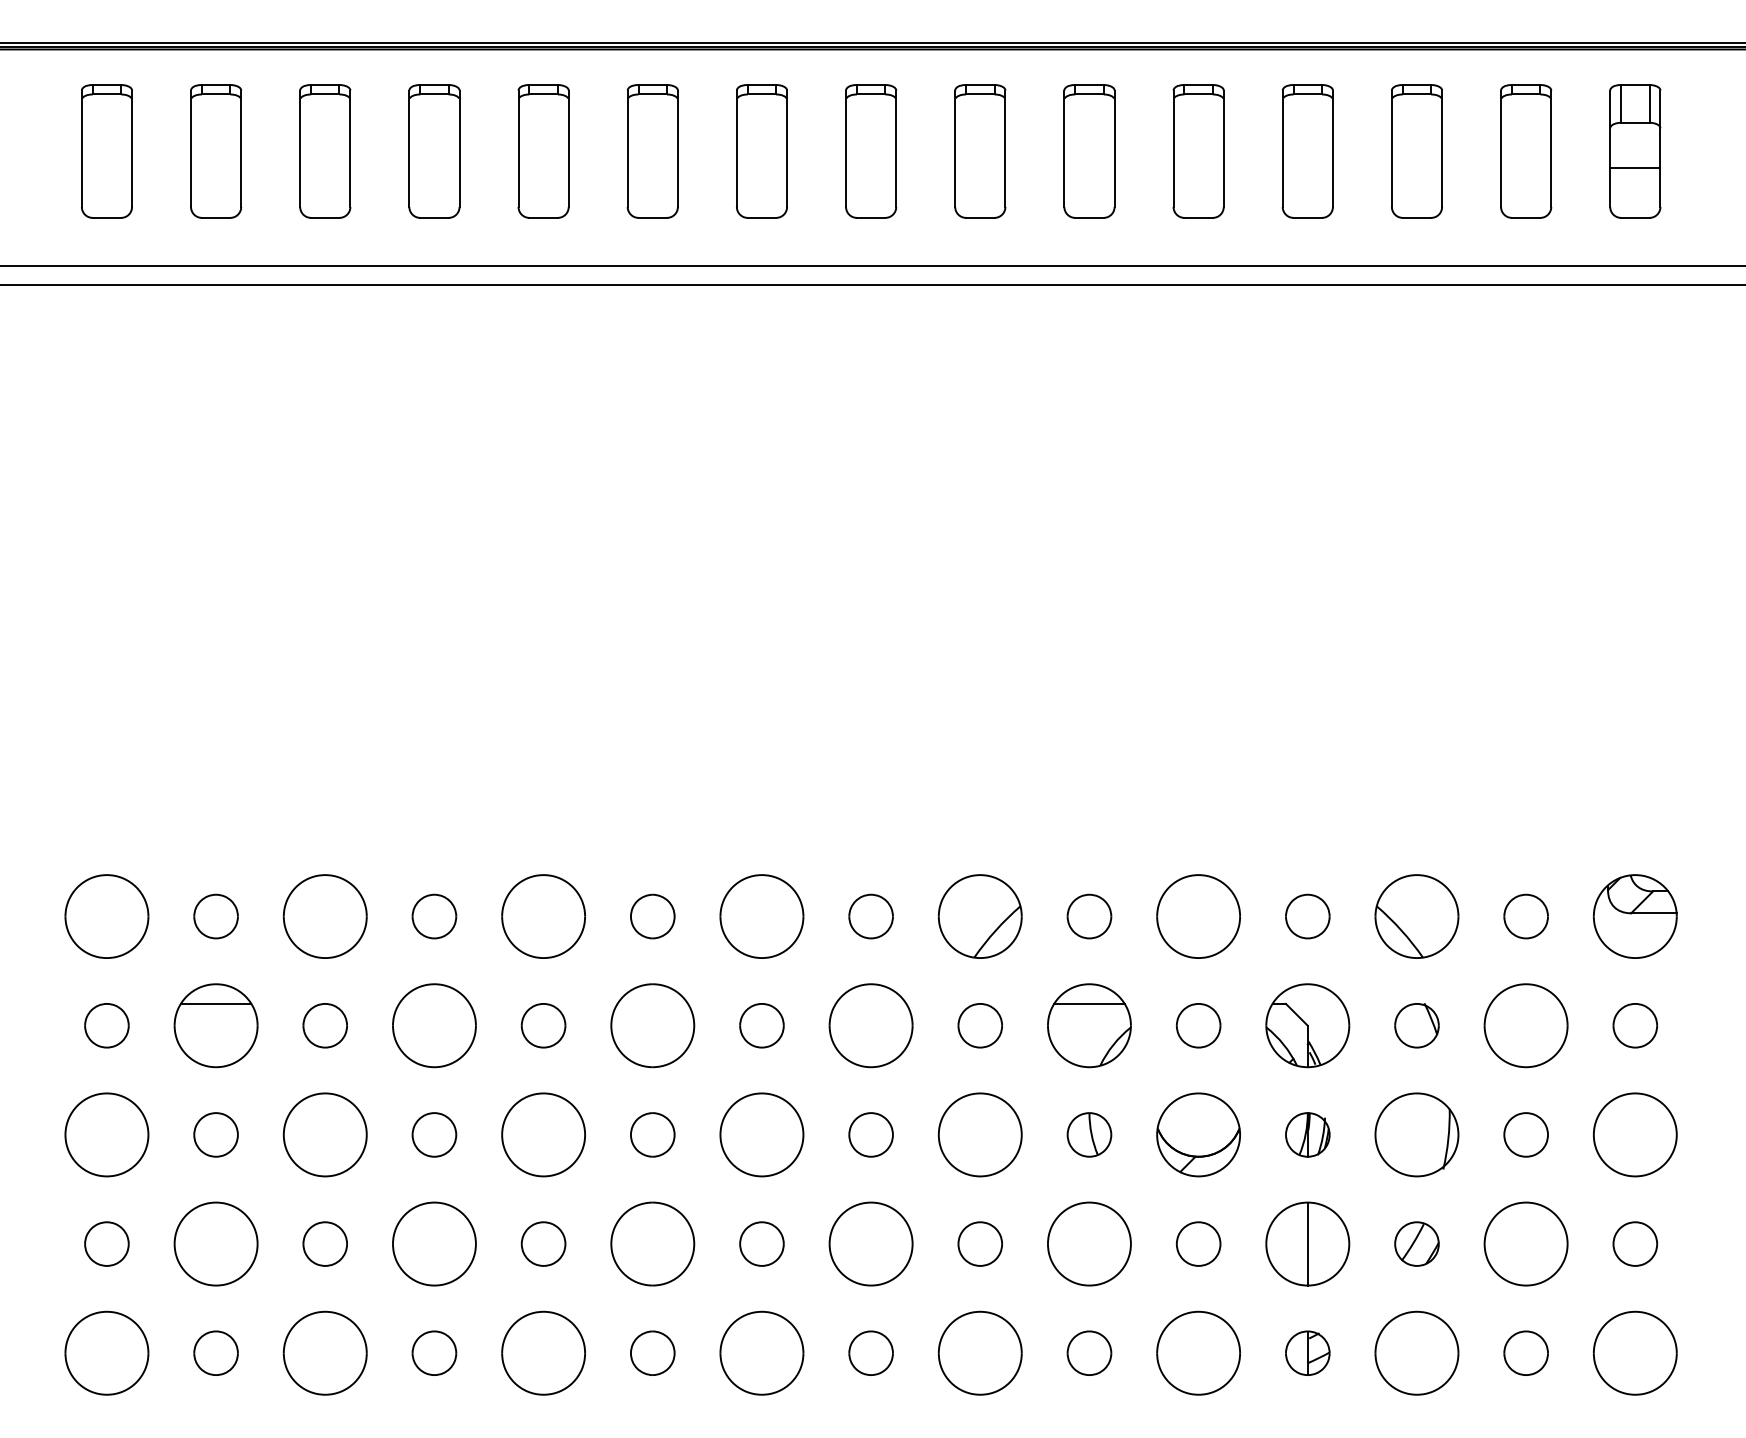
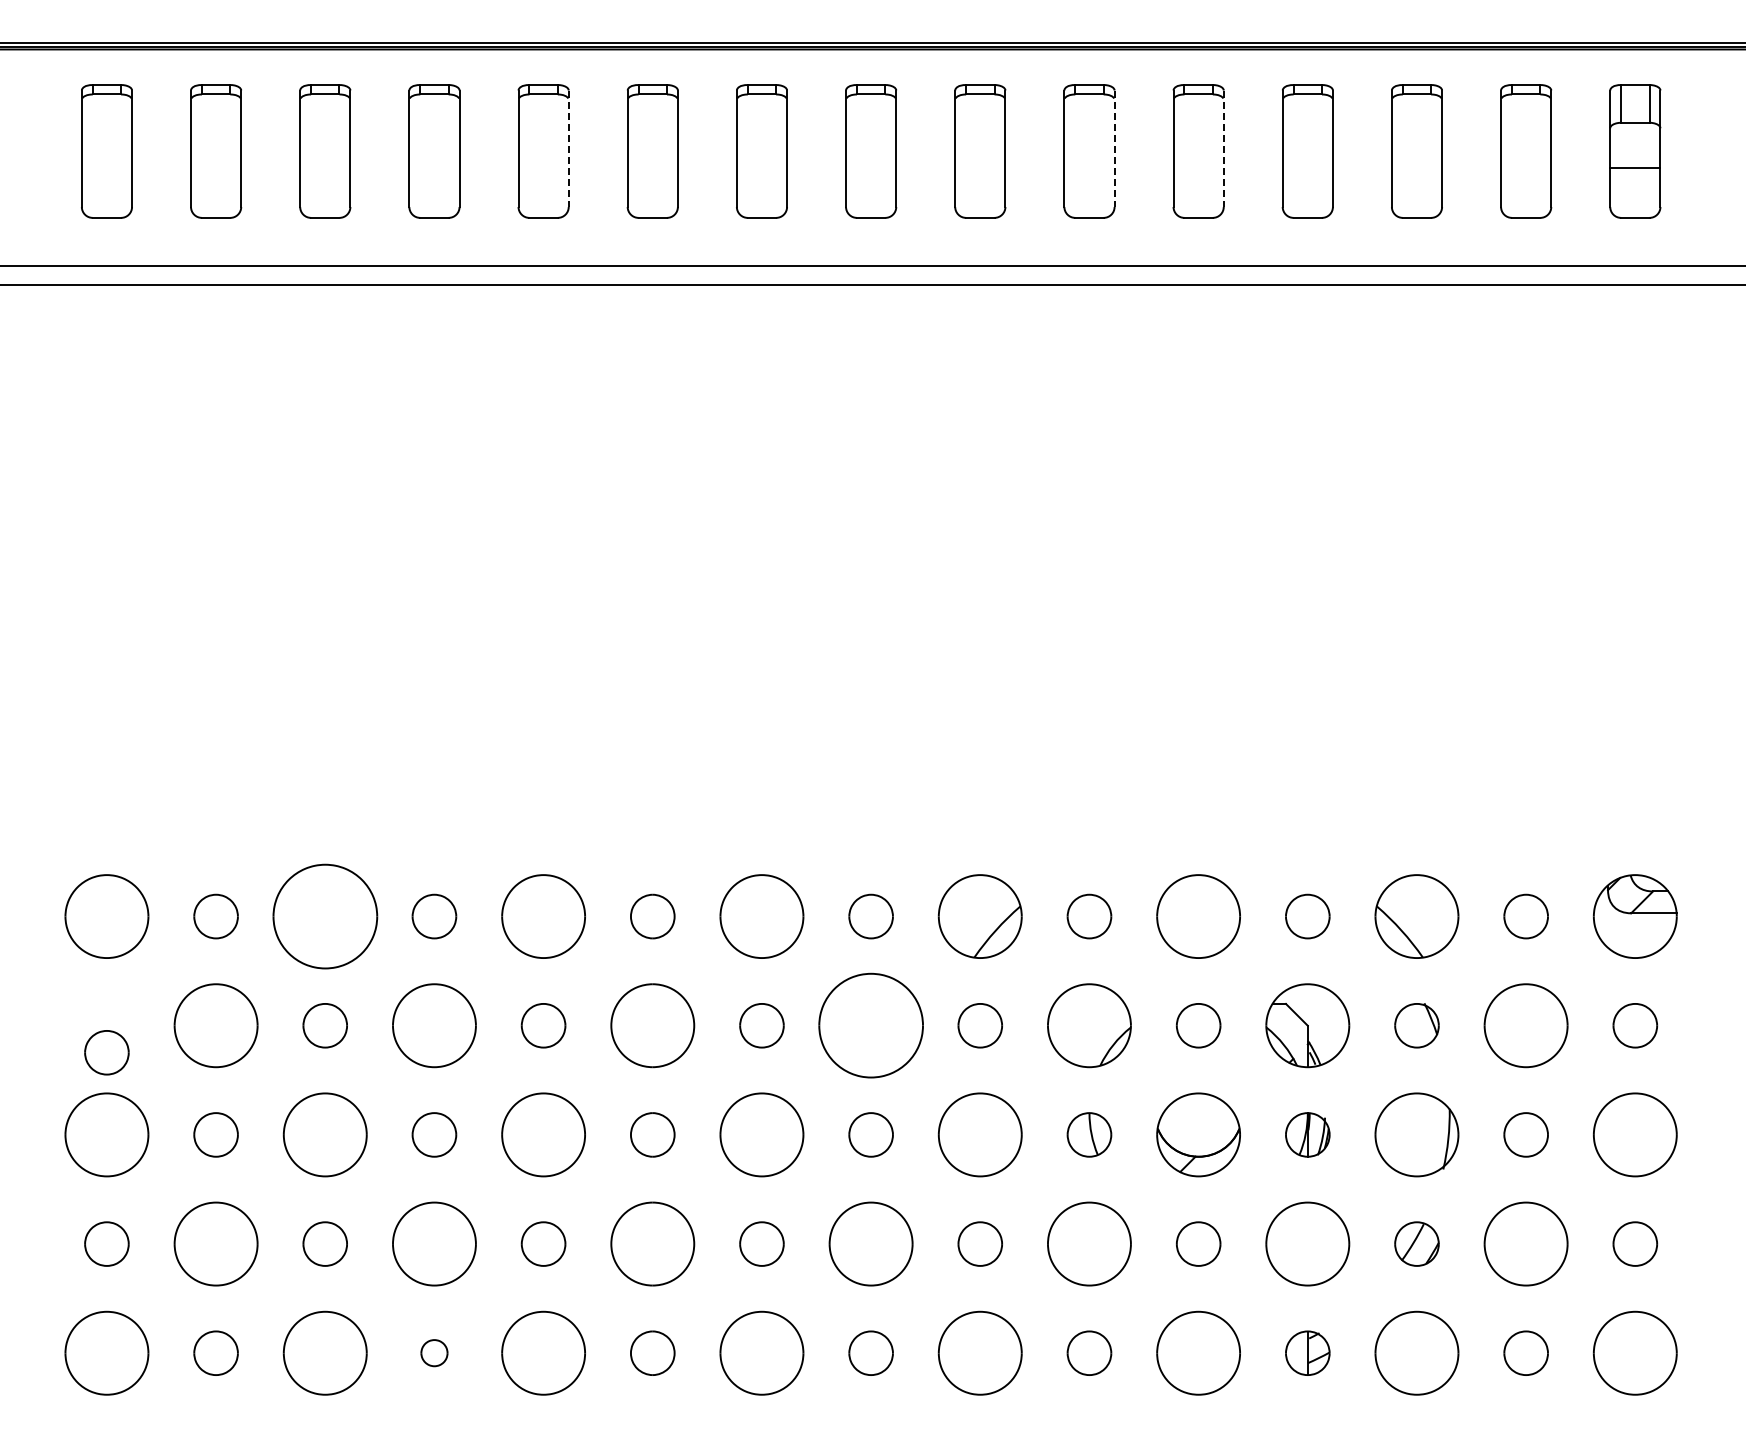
line at (568, 149): solid -> dashed
line at (1114, 149): solid -> dashed
line at (1223, 149): solid -> dashed
part at (324, 916) size: 86x85 px -> 107x107 px
line at (215, 1003): present -> none
line at (1089, 1003): present -> none
part at (106, 1025) position: (106, 1025) -> (106, 1052)
part at (870, 1025) size: 86x86 px -> 106x107 px
line at (1307, 1243): present -> none
part at (434, 1352) size: 47x46 px -> 29x29 px
